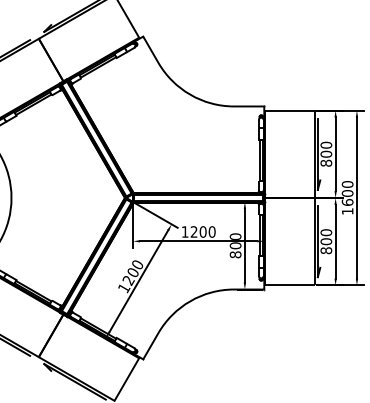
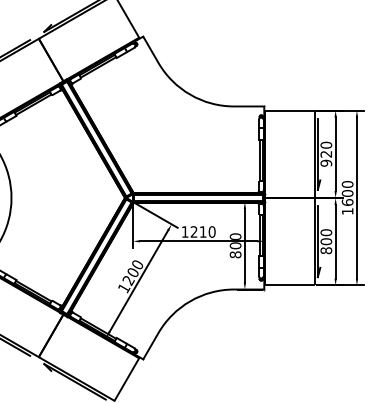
text at (326, 158): 800 -> 920
text at (202, 231): 1200 -> 1210
